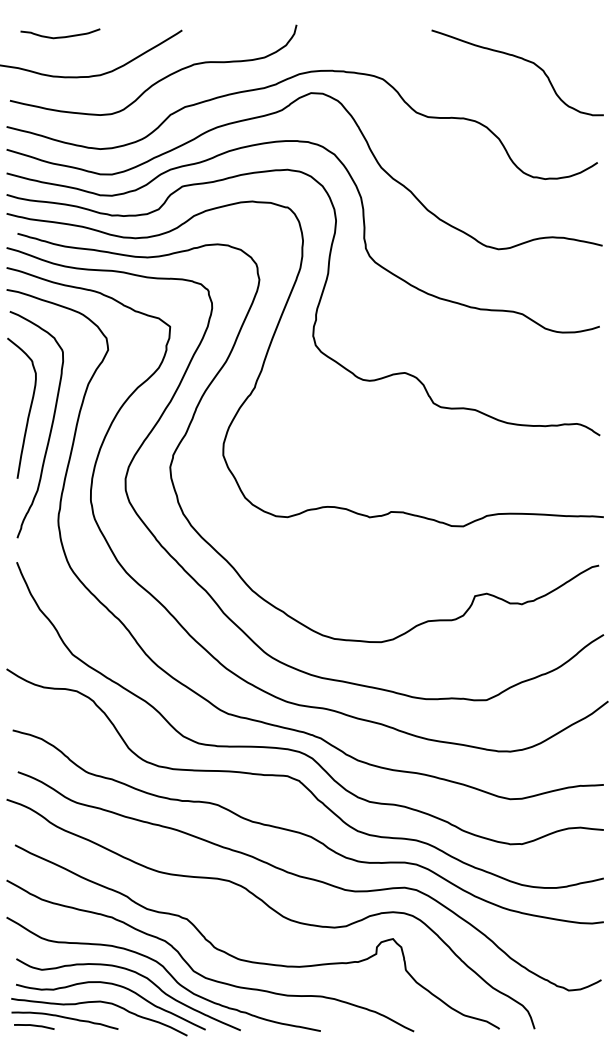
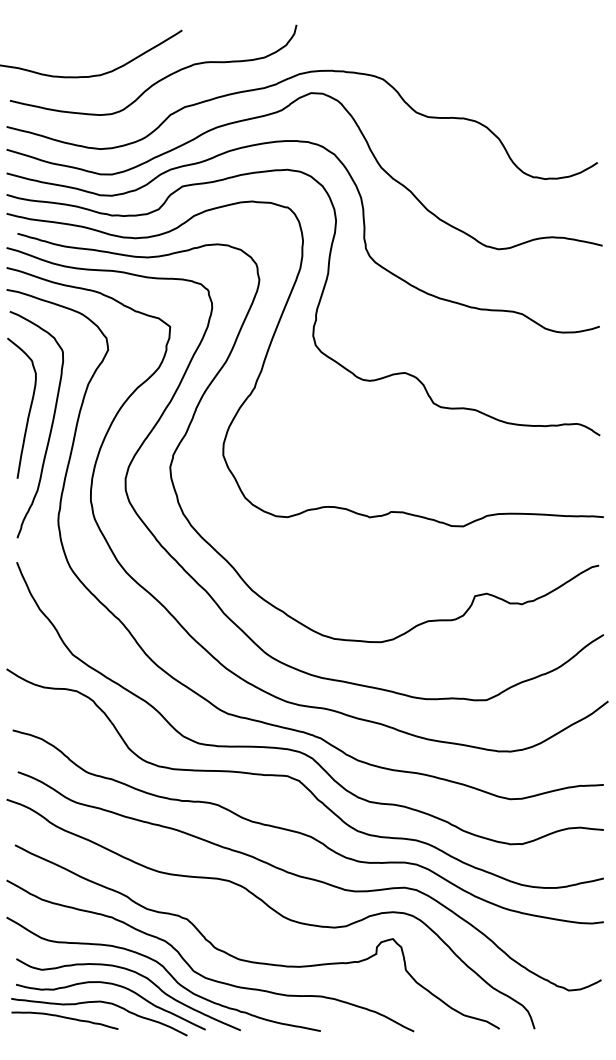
curve at (60, 36): present -> none
curve at (523, 60): present -> none
curve at (34, 1026): present -> none
